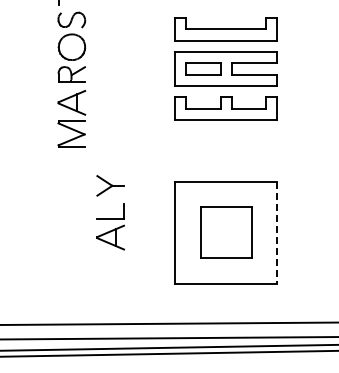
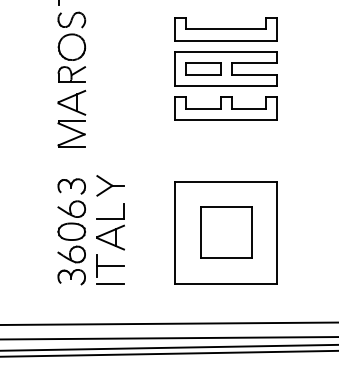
part at (71, 231): none -> present
line at (277, 233): dashed -> solid
part at (110, 269): none -> present
